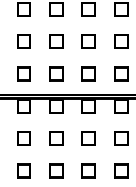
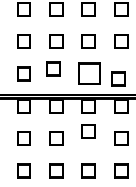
part at (56, 73) position: (56, 73) -> (53, 68)
part at (88, 73) size: 15x16 px -> 23x23 px
part at (121, 73) position: (121, 73) -> (118, 78)
part at (88, 138) position: (88, 138) -> (88, 131)
